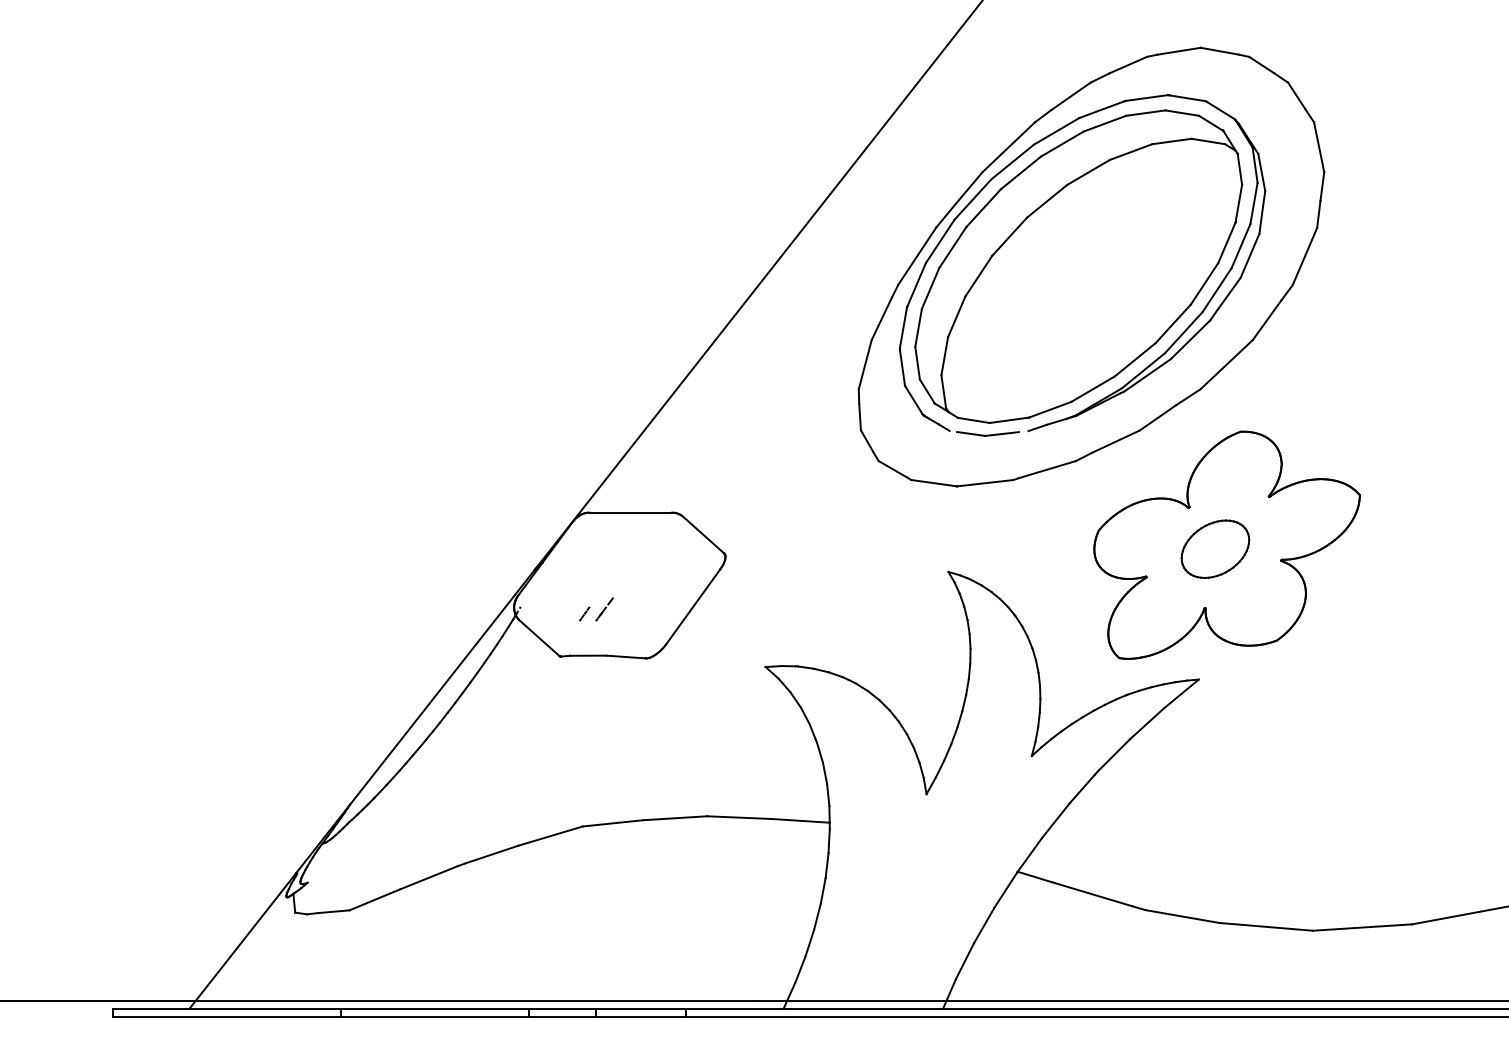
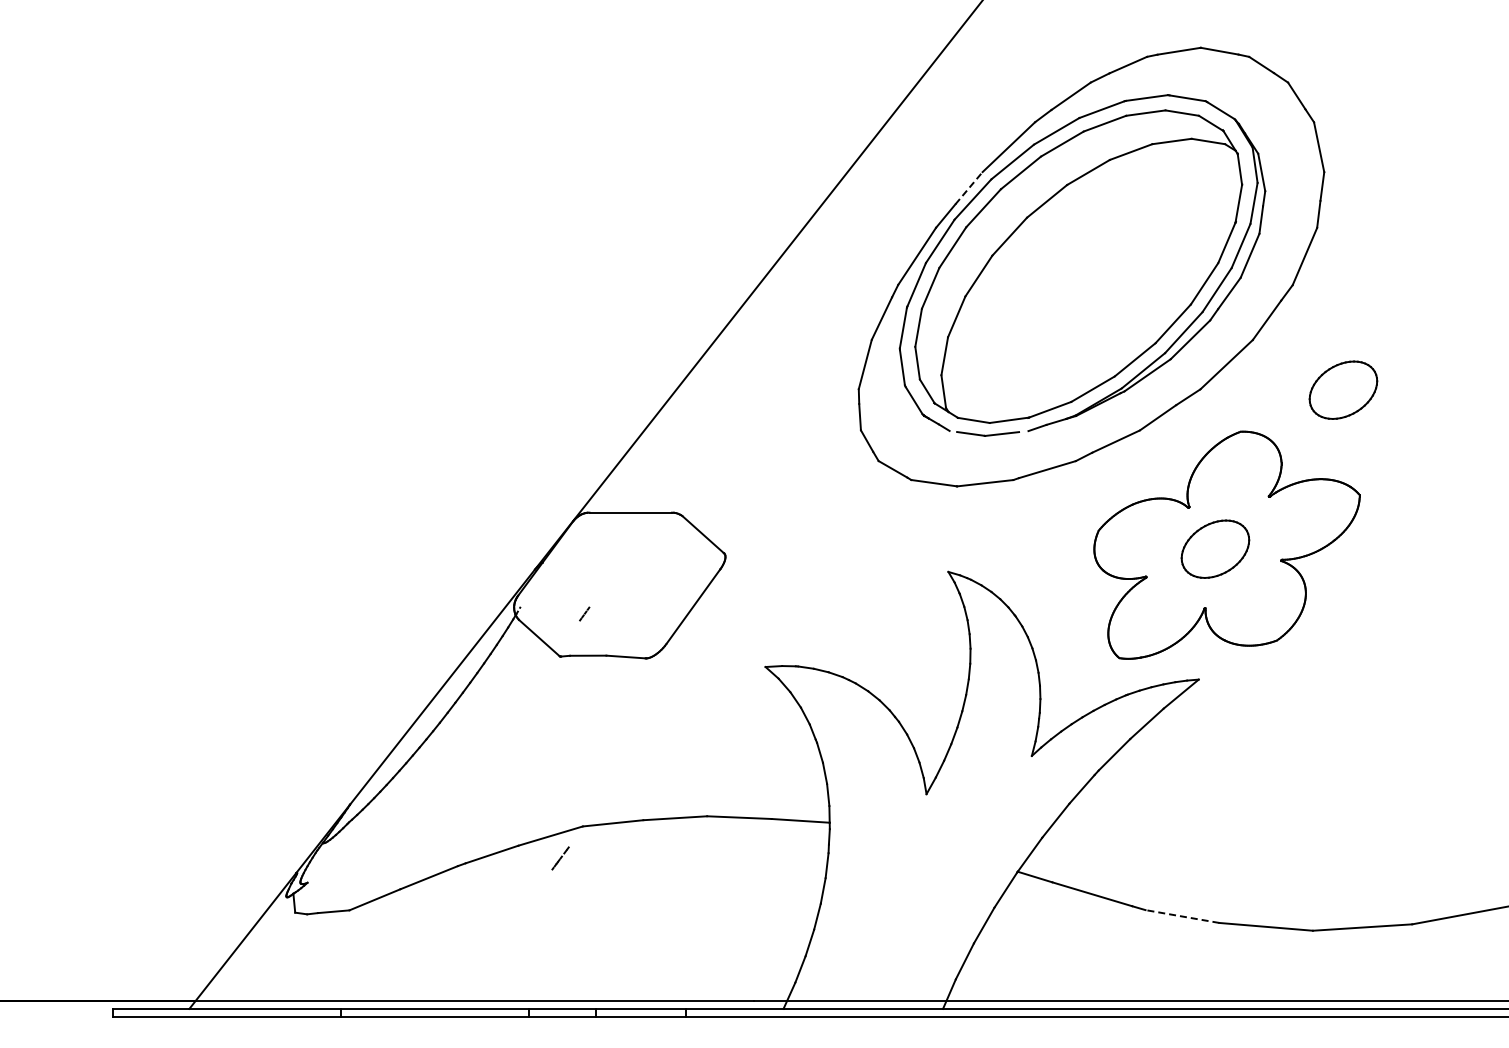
line at (969, 187): solid -> dashed
part at (1343, 389): none -> present
line at (604, 609) position: (604, 609) -> (560, 858)
line at (1181, 916): solid -> dashed
